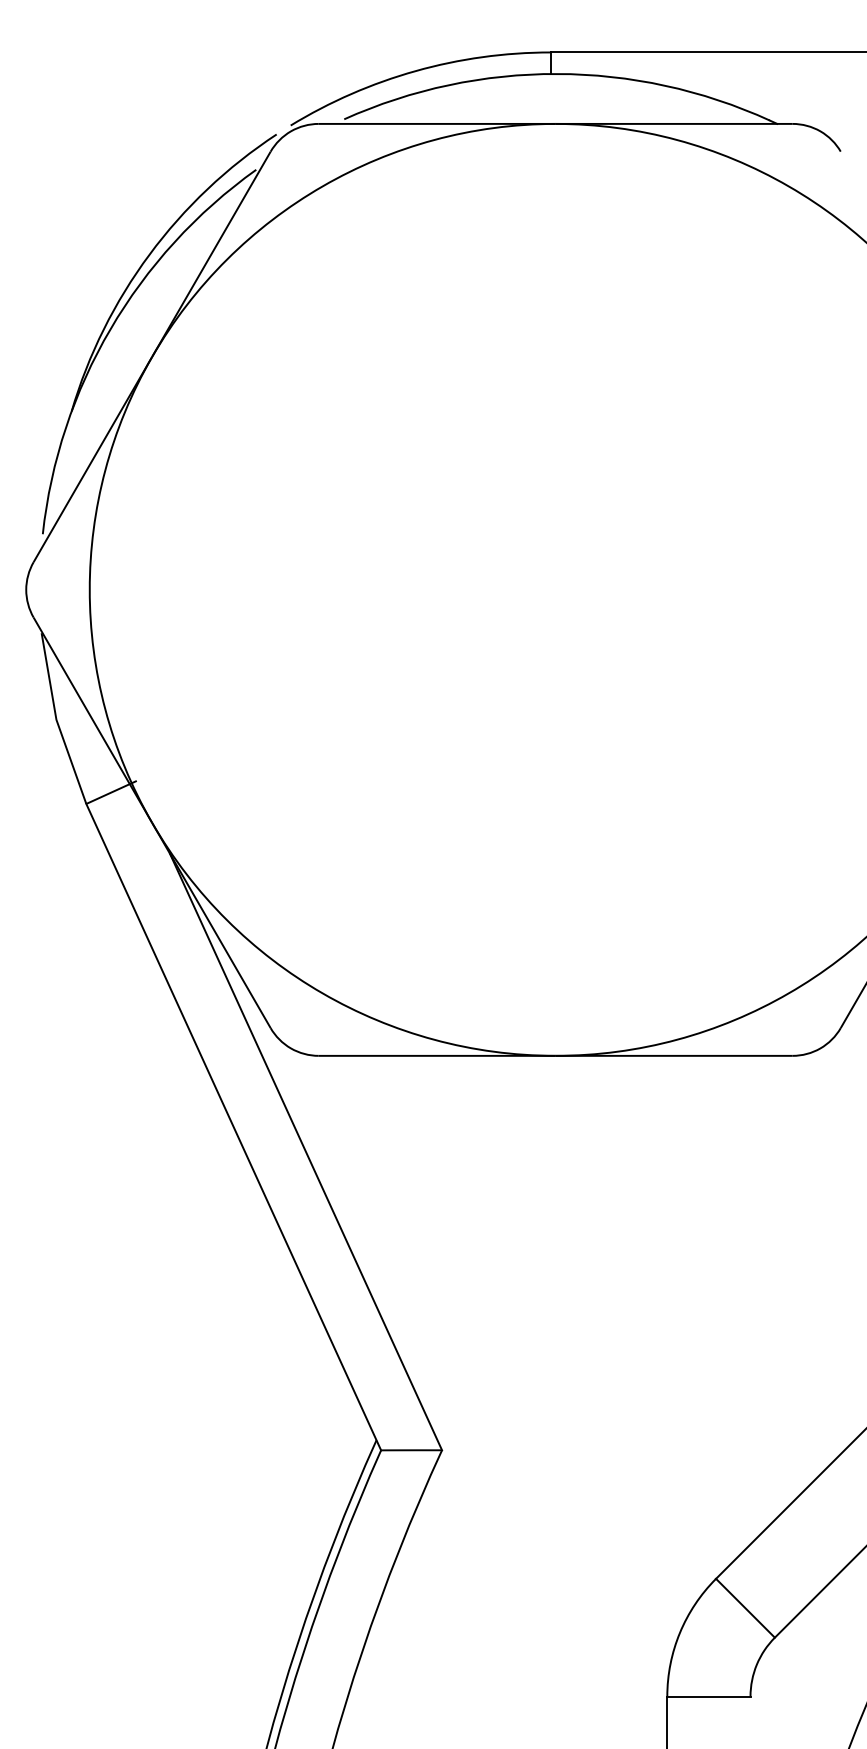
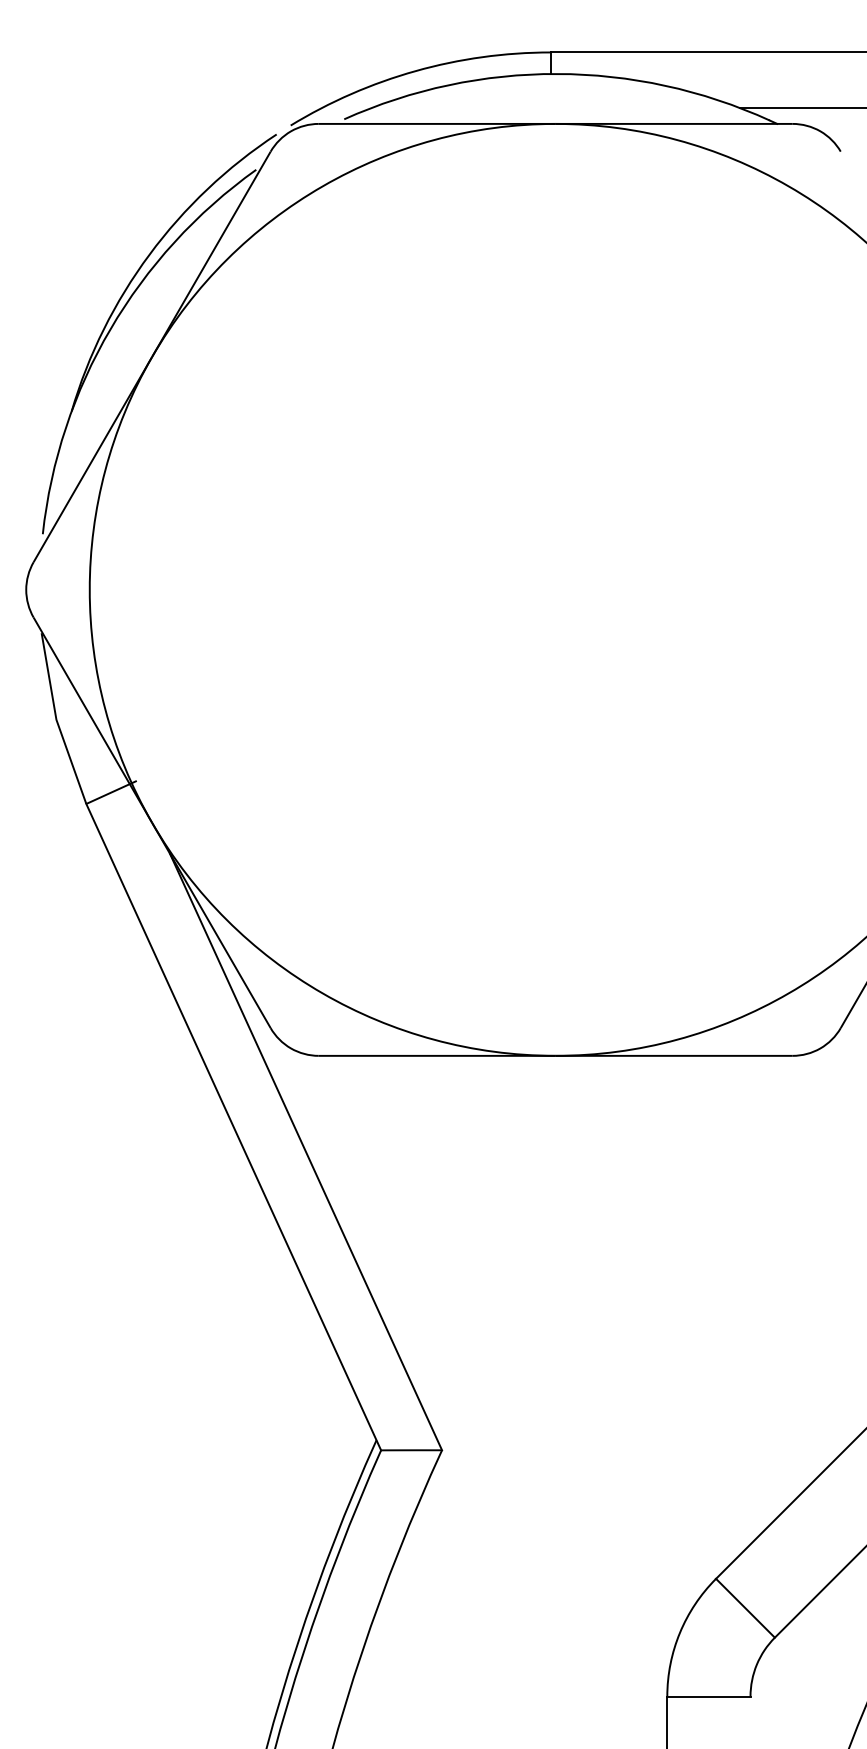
line at (801, 107): none -> present
